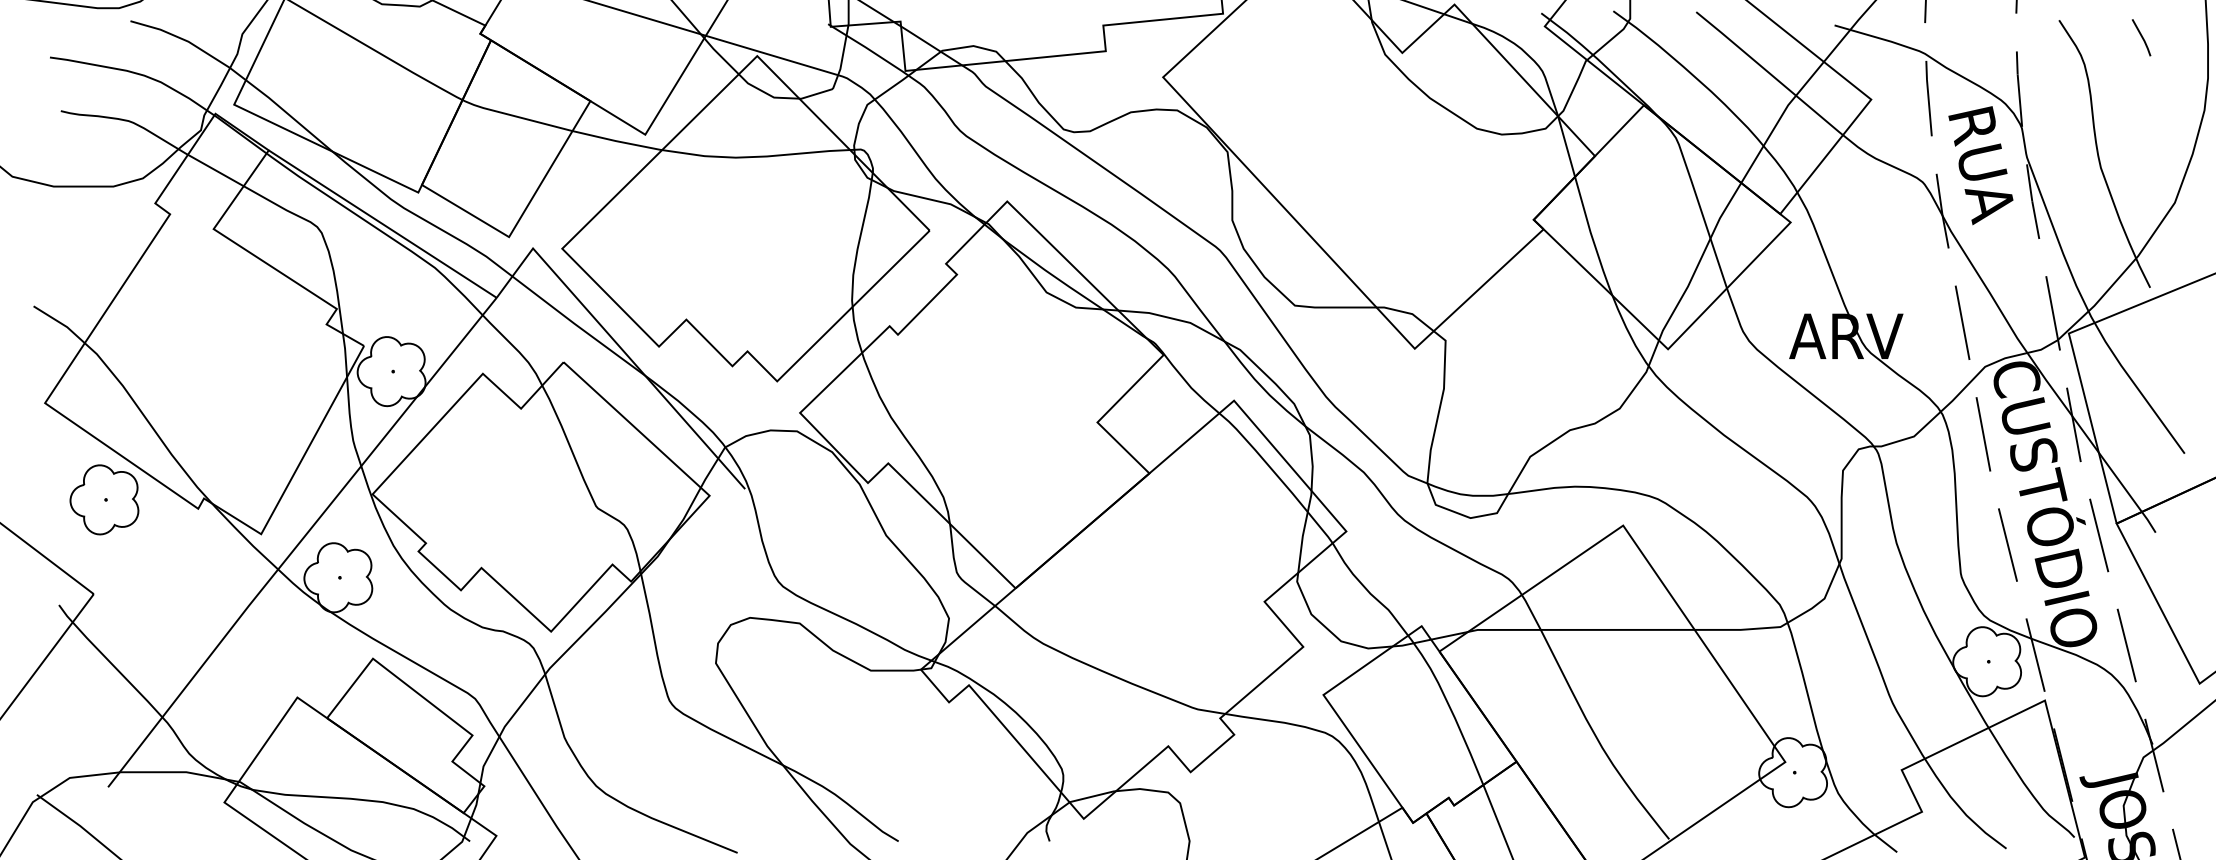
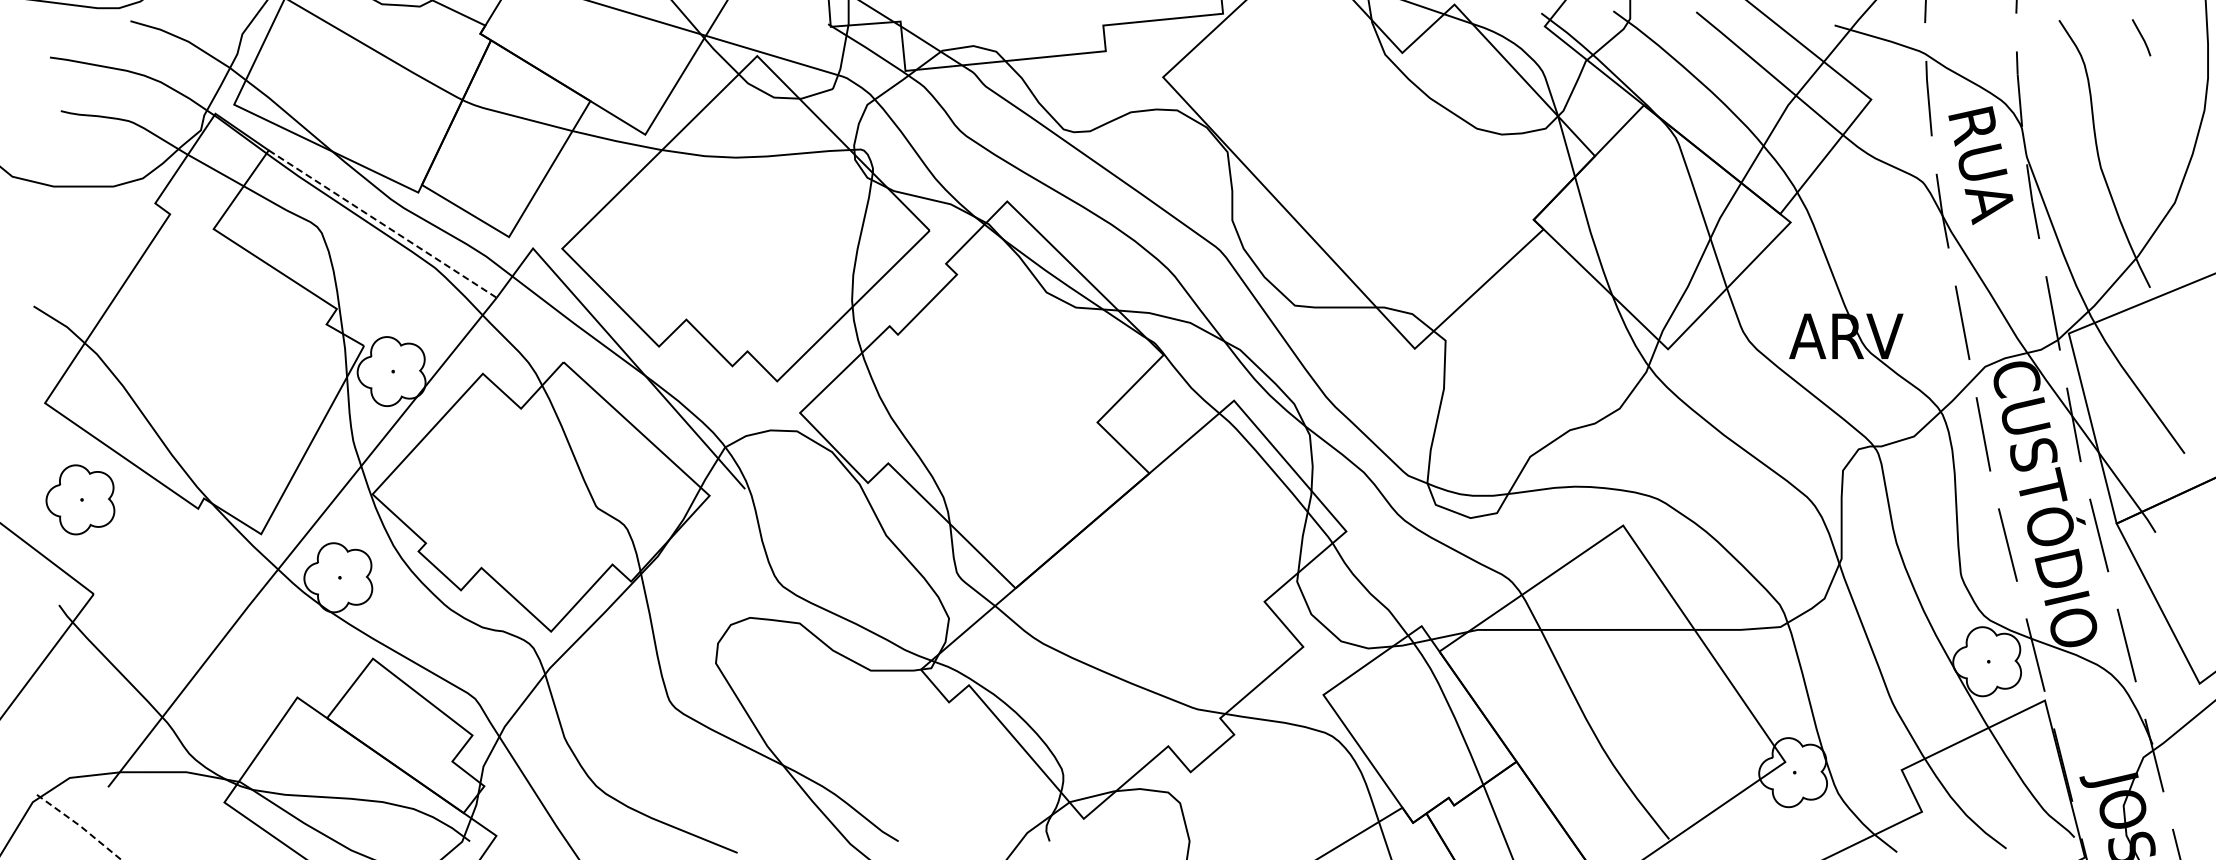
line at (382, 224): solid -> dashed
part at (104, 499) position: (104, 499) -> (80, 499)
line at (80, 826): solid -> dashed
